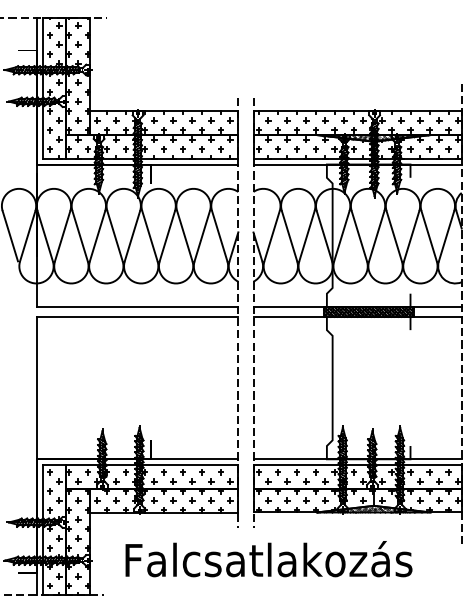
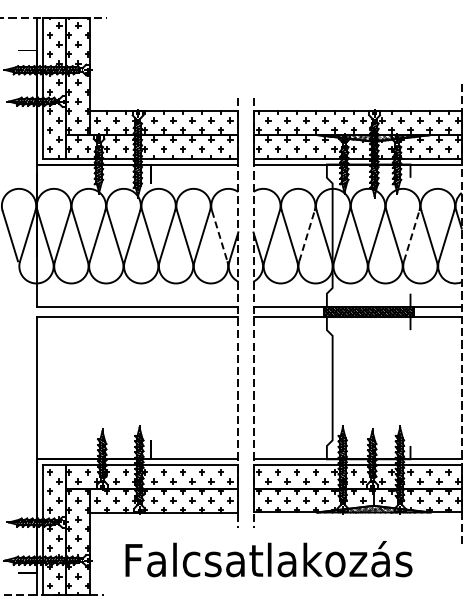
line at (307, 235): solid -> dashed
line at (411, 235): solid -> dashed
line at (219, 236): solid -> dashed
